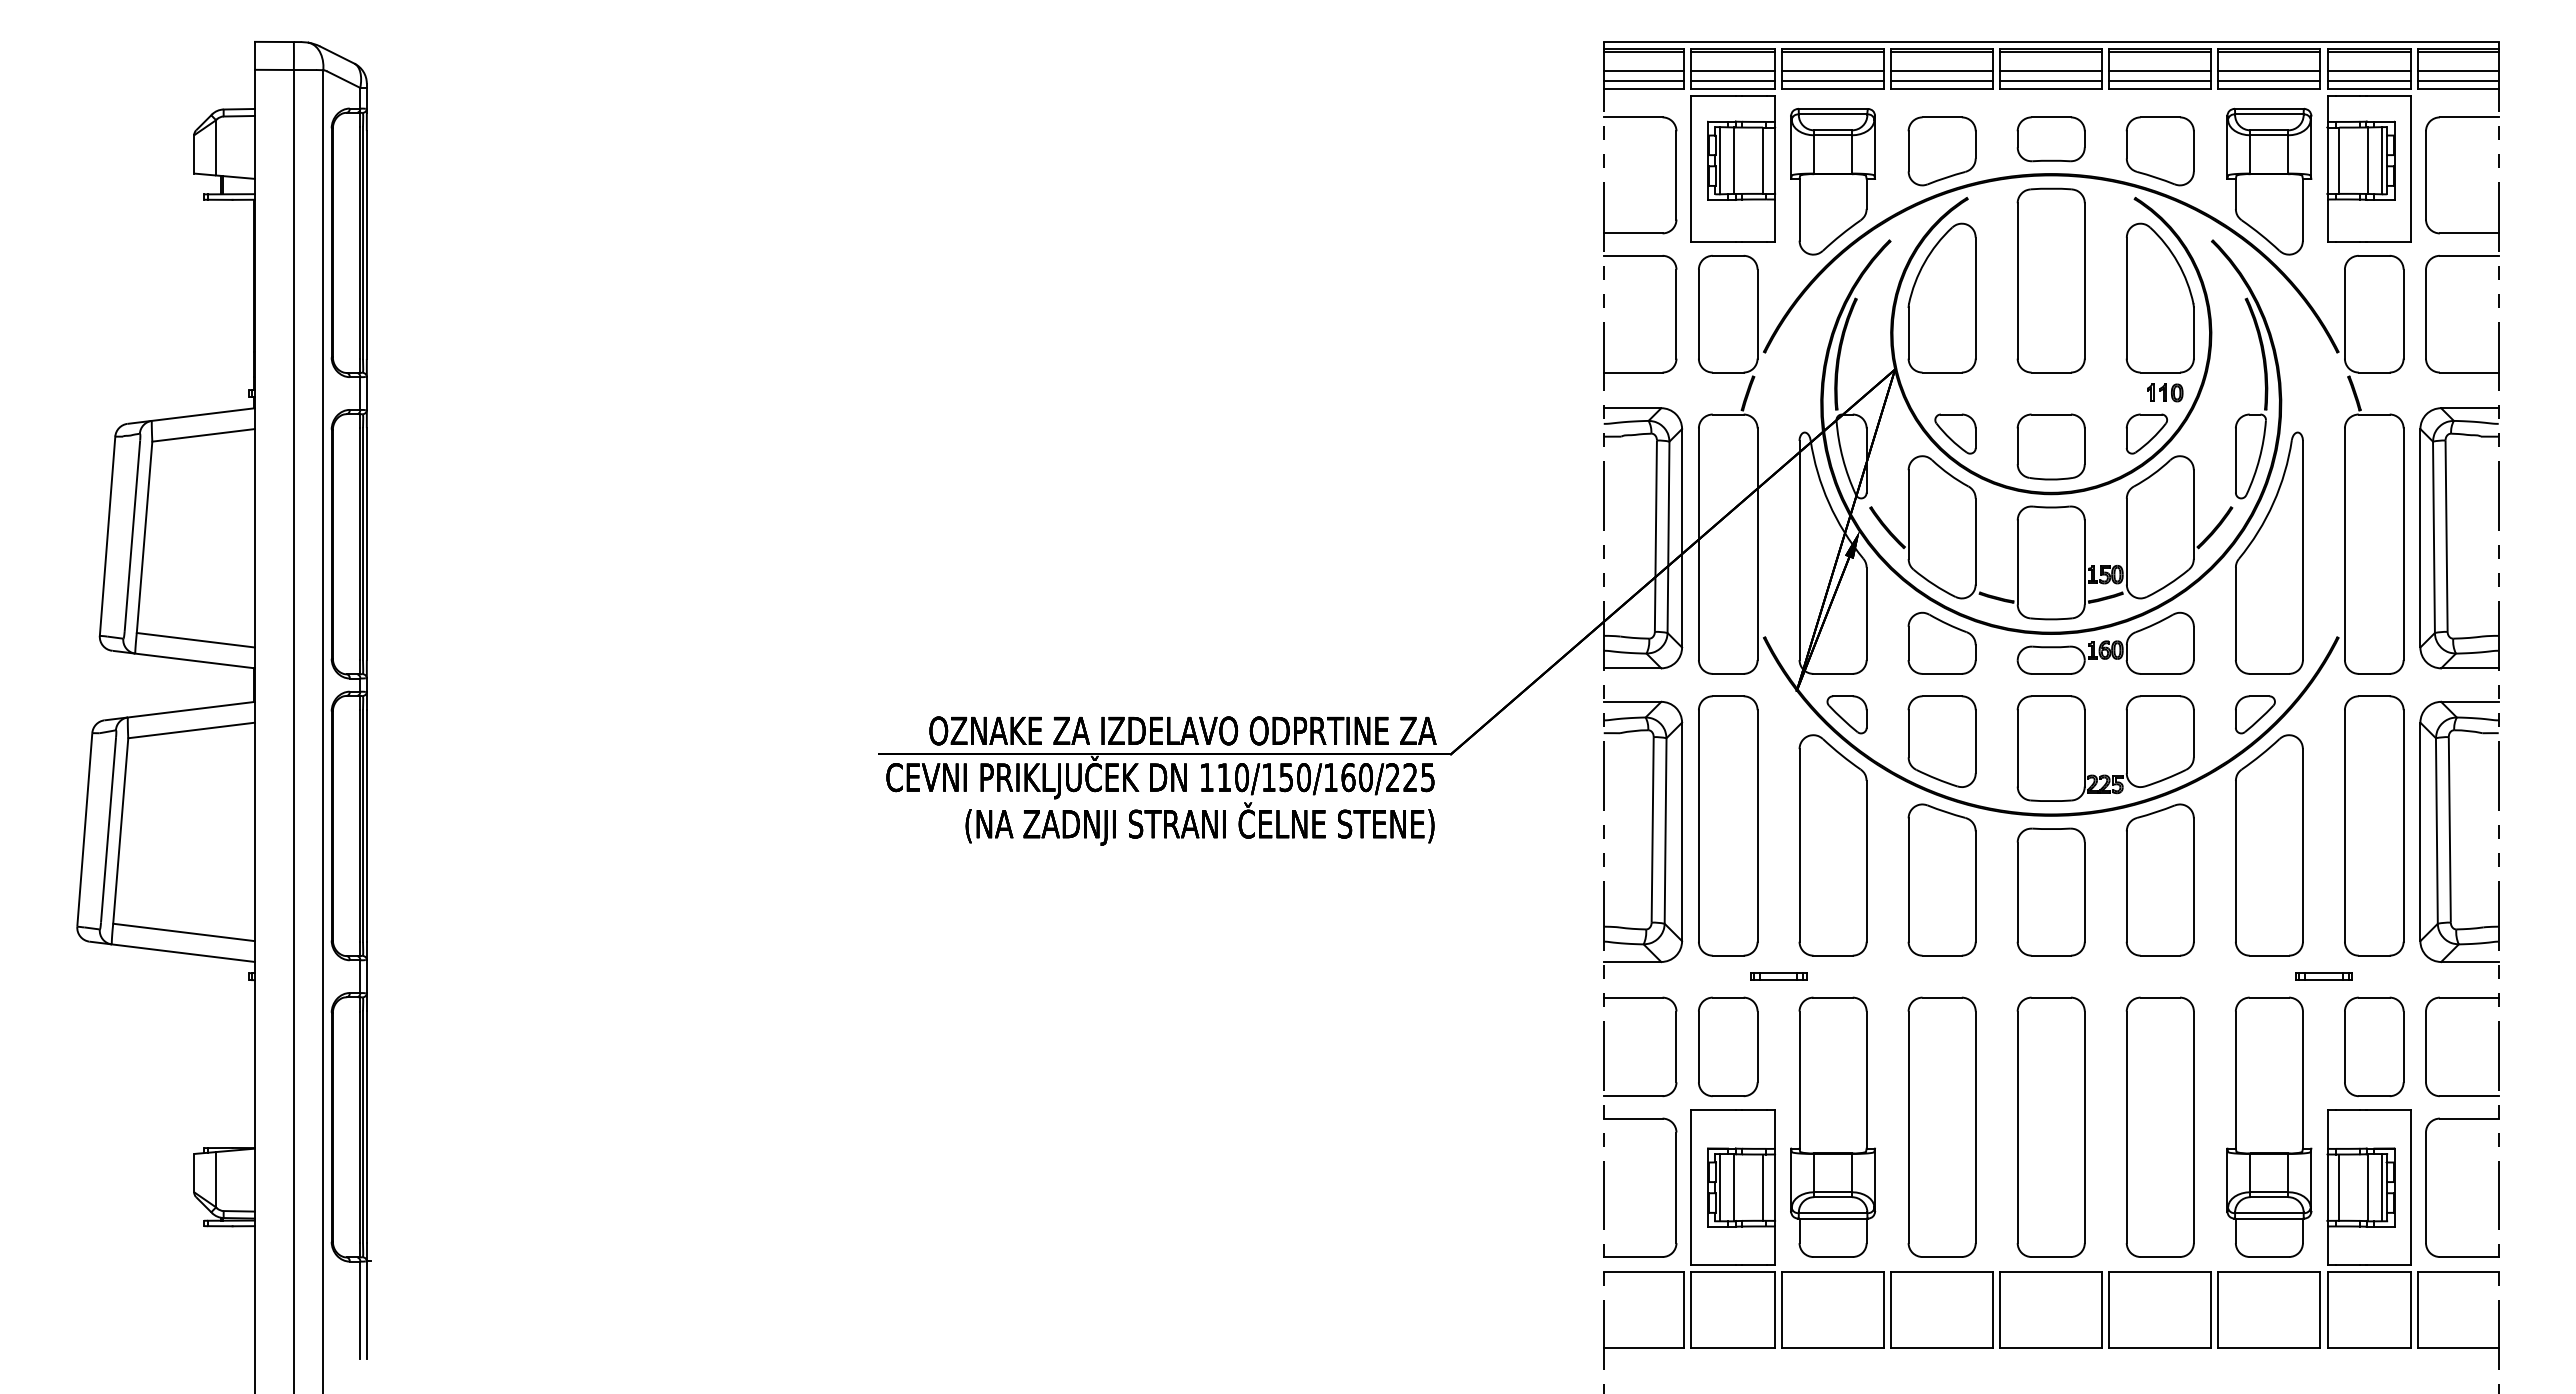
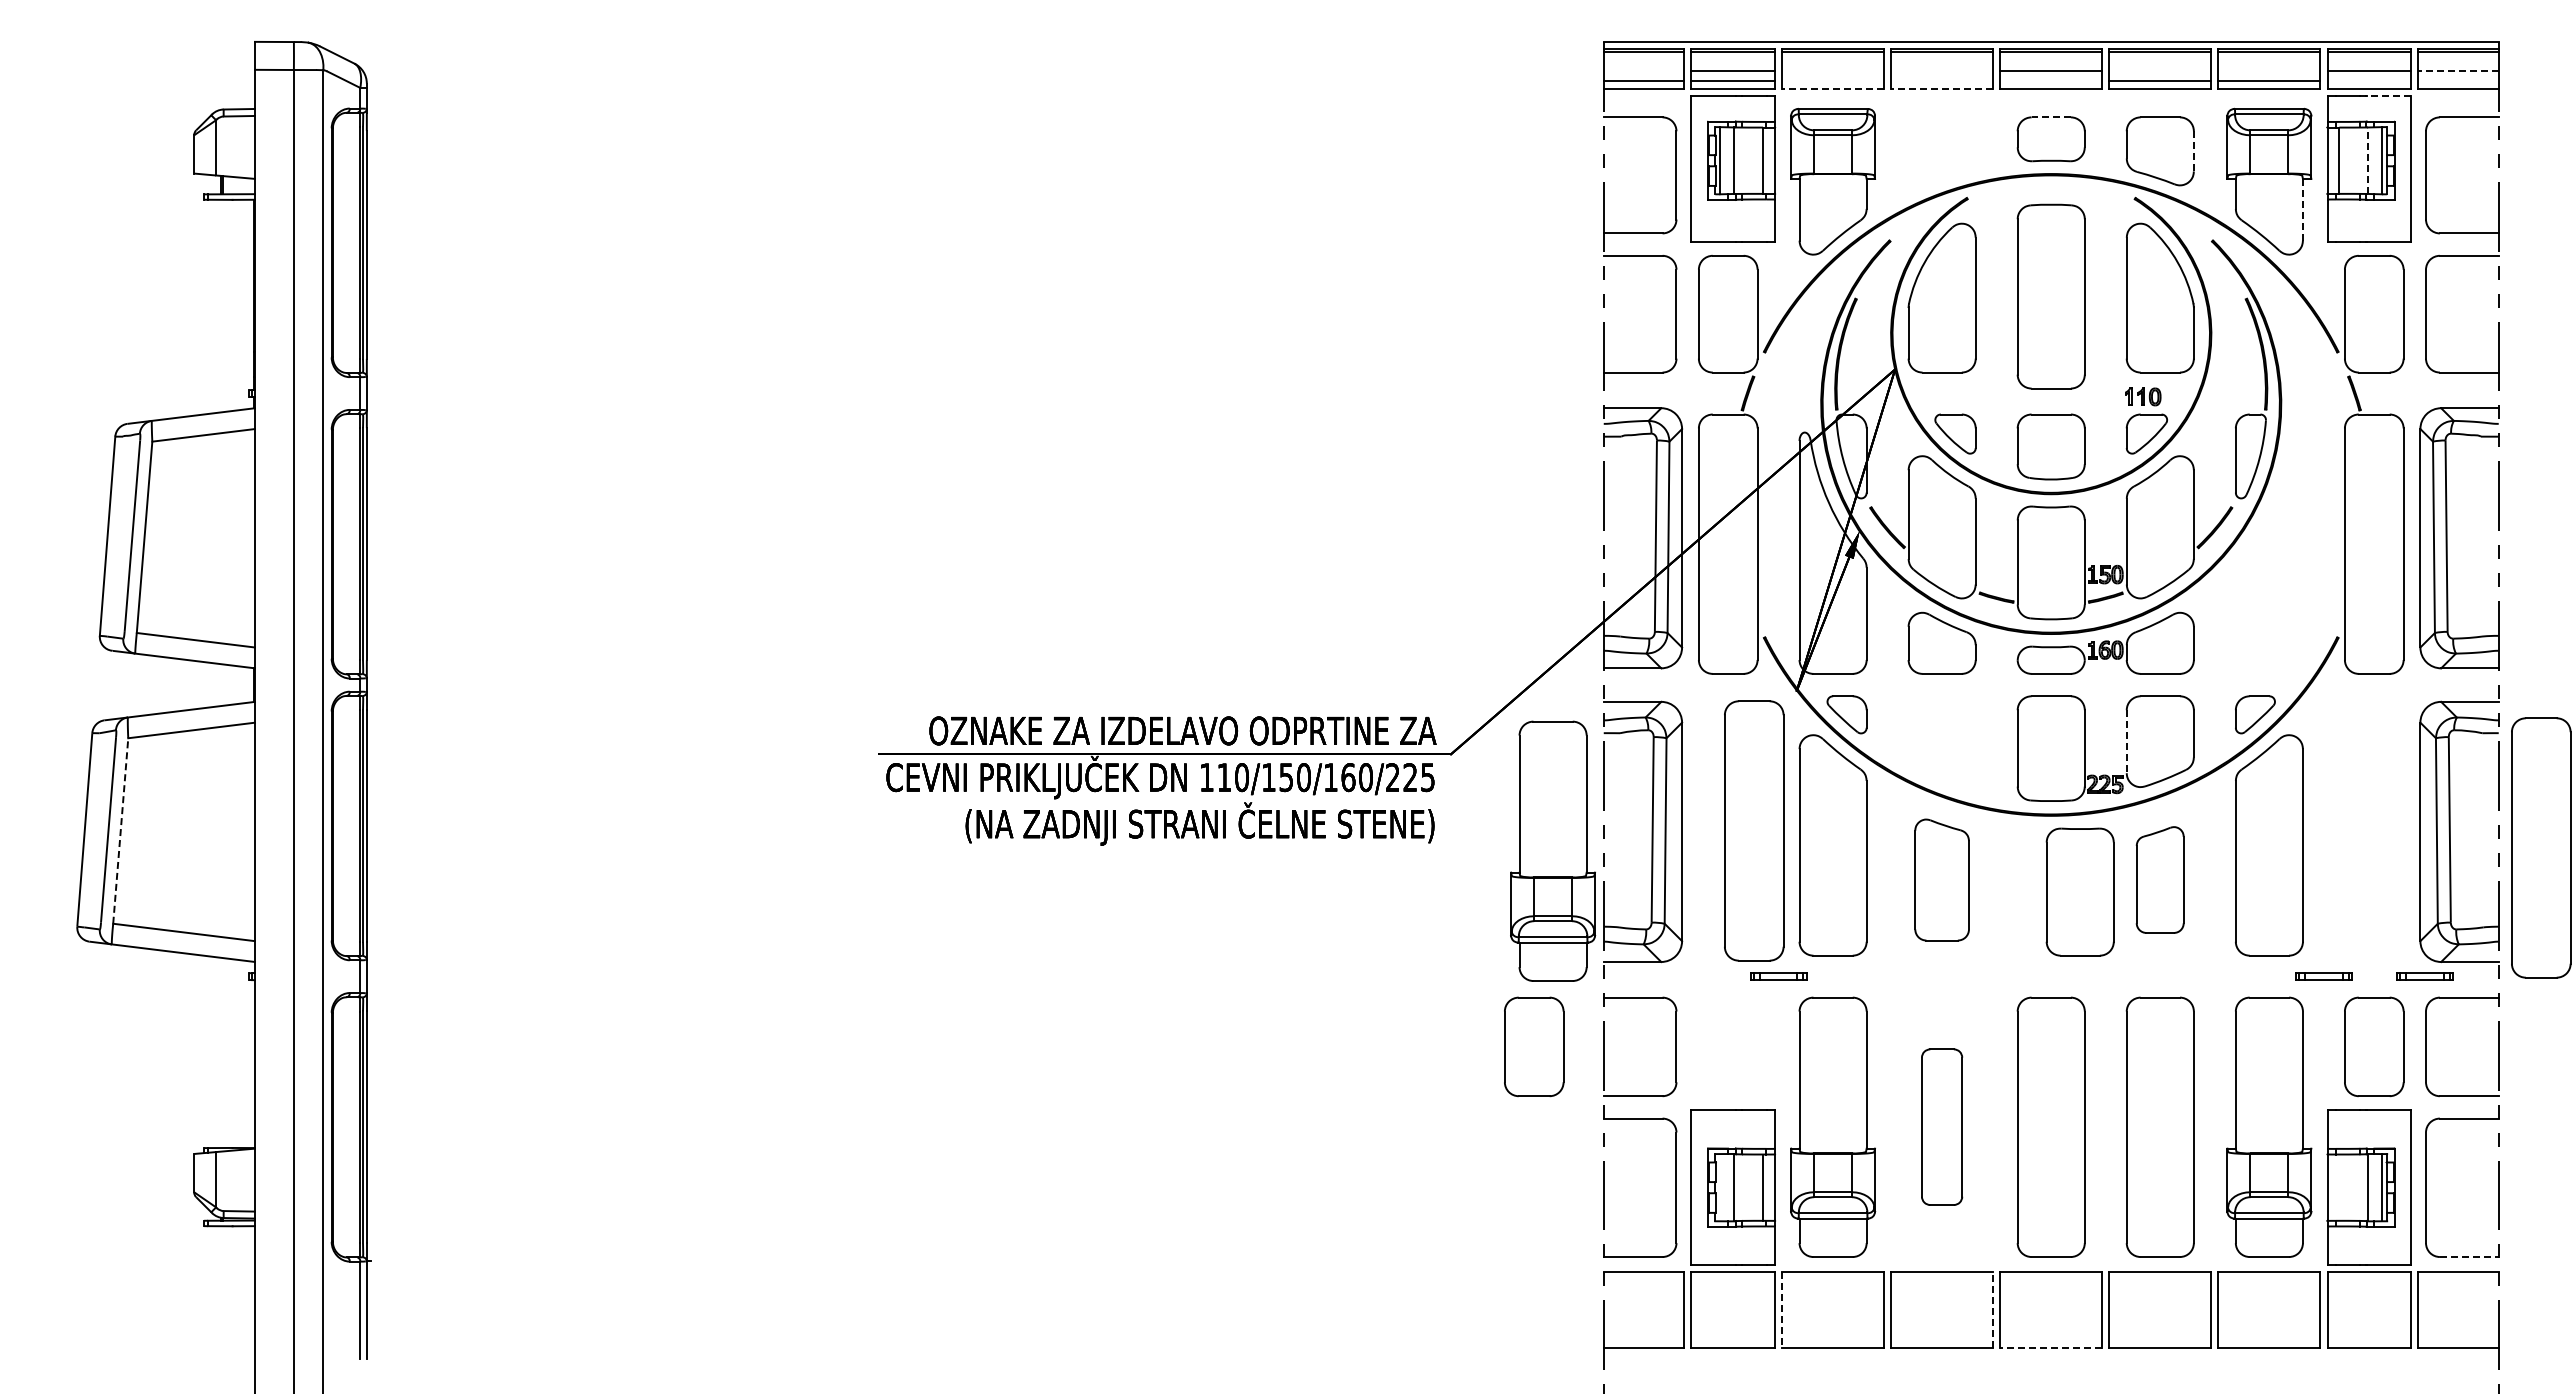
line at (1643, 71): present -> none
line at (1833, 71): present -> none
line at (1942, 71): present -> none
line at (2160, 71): present -> none
line at (2269, 71): present -> none
line at (2458, 71): solid -> dashed
line at (1833, 81): present -> none
line at (1942, 81): present -> none
line at (2051, 81): present -> none
line at (2369, 81): present -> none
line at (2458, 81): present -> none
line at (1833, 88): solid -> dashed
line at (1942, 88): solid -> dashed
line at (2388, 95): solid -> dashed
line at (2051, 117): solid -> dashed
line at (2193, 150): solid -> dashed
part at (1941, 151): present -> none
line at (2368, 160): solid -> dashed
line at (2302, 209): solid -> dashed
part at (2050, 280) position: (2050, 280) -> (2050, 296)
part at (2165, 392) position: (2165, 392) -> (2143, 396)
part at (2269, 552): present -> none
part at (1941, 741): present -> none
line at (2126, 742): solid -> dashed
part at (1728, 825) position: (1728, 825) -> (1754, 830)
part at (2374, 825) position: (2374, 825) -> (2541, 847)
line at (120, 830): solid -> dashed
part at (1553, 850): none -> present
part at (1941, 879) size: 70x154 px -> 56x124 px
part at (2159, 879) size: 70x154 px -> 50x108 px
part at (2050, 891) position: (2050, 891) -> (2079, 891)
part at (2424, 976): none -> present
part at (1728, 1046) position: (1728, 1046) -> (1534, 1046)
part at (1941, 1126) size: 70x262 px -> 43x158 px
line at (1720, 1187): present -> none
line at (2339, 1187): present -> none
line at (2469, 1257): solid -> dashed
line at (1993, 1309): solid -> dashed
line at (1782, 1310): solid -> dashed
line at (2051, 1348): solid -> dashed
